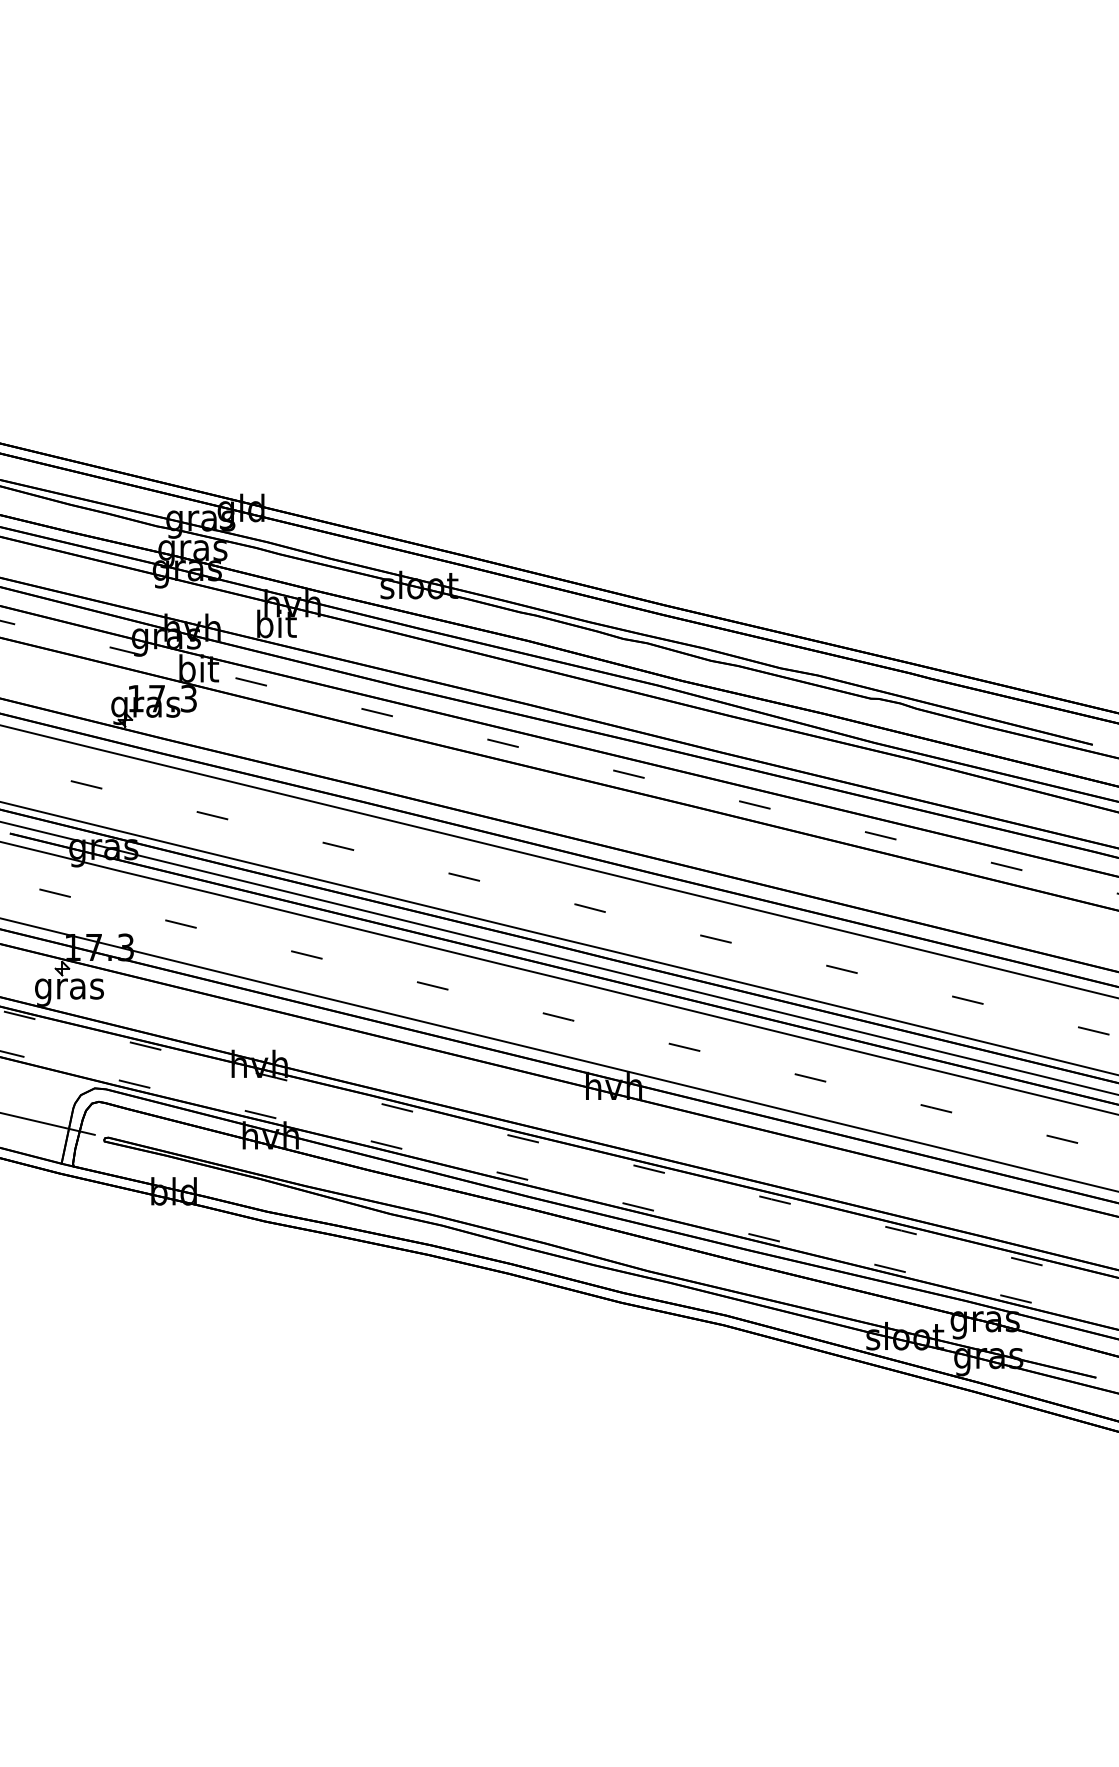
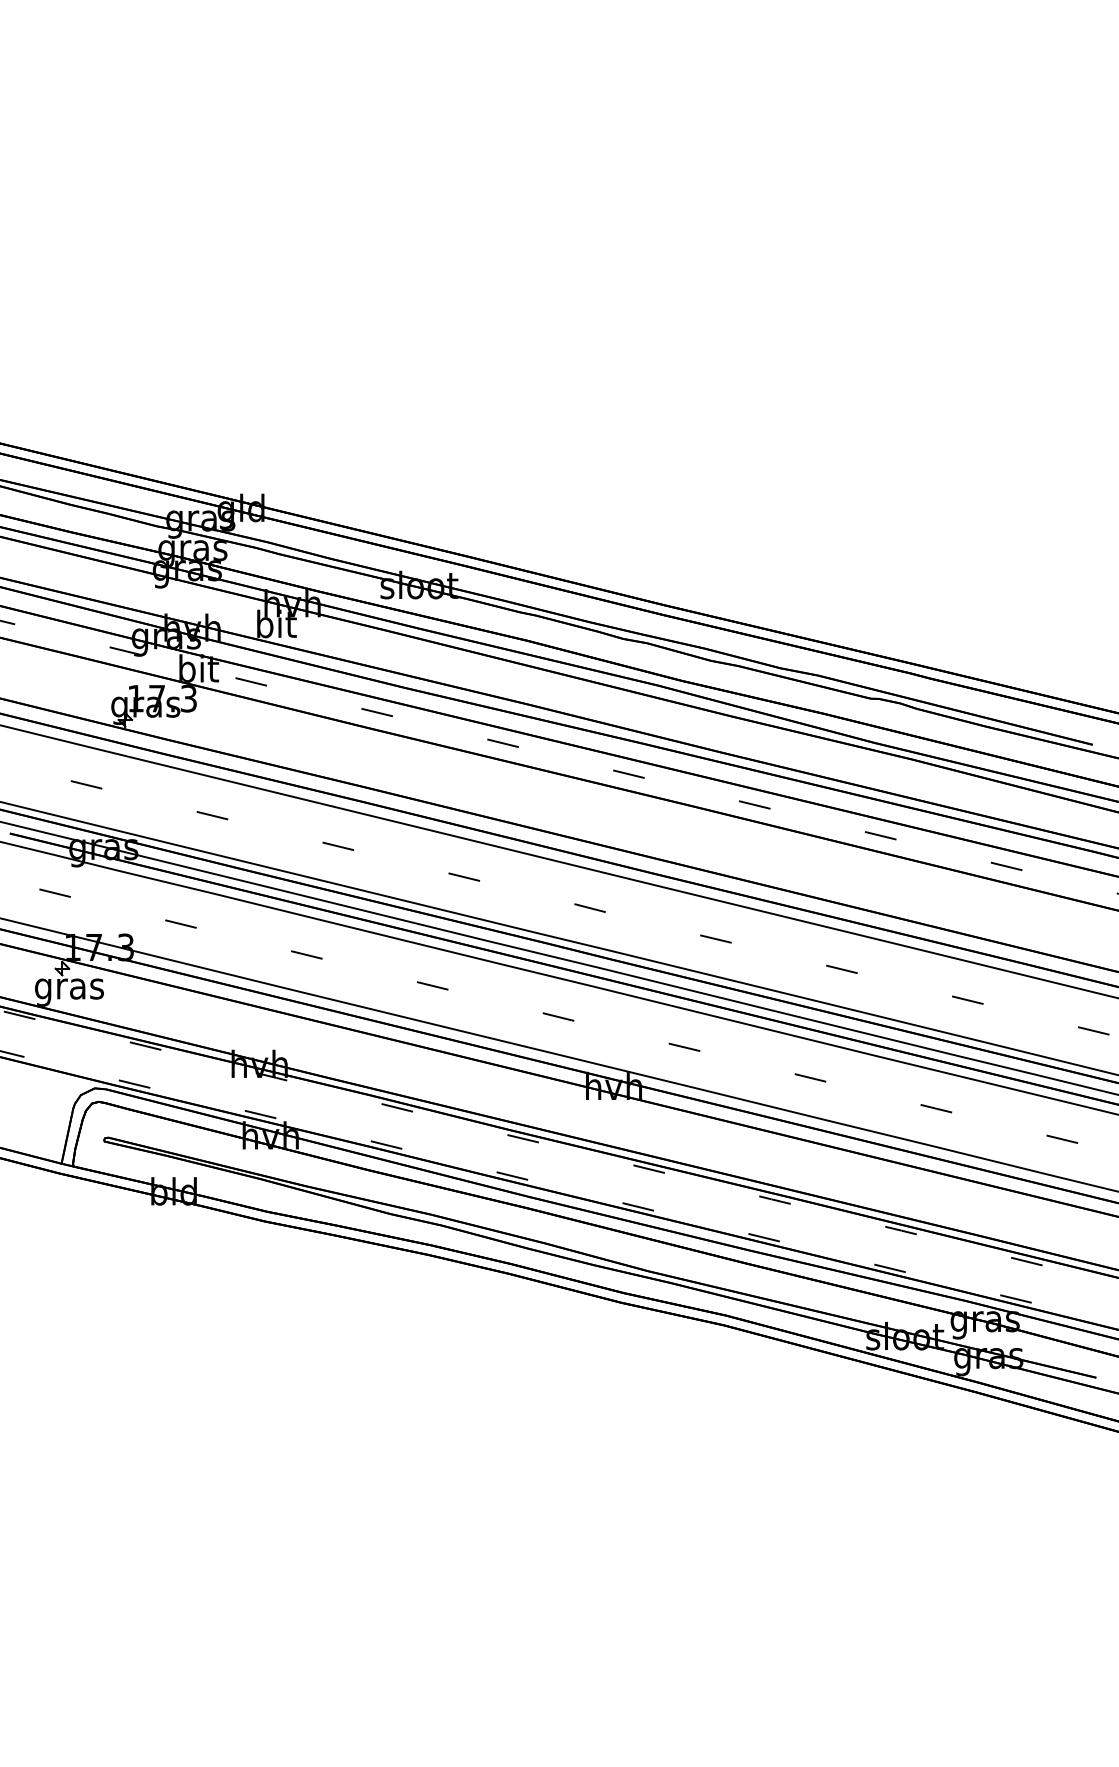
line at (48, 1123): present -> none
